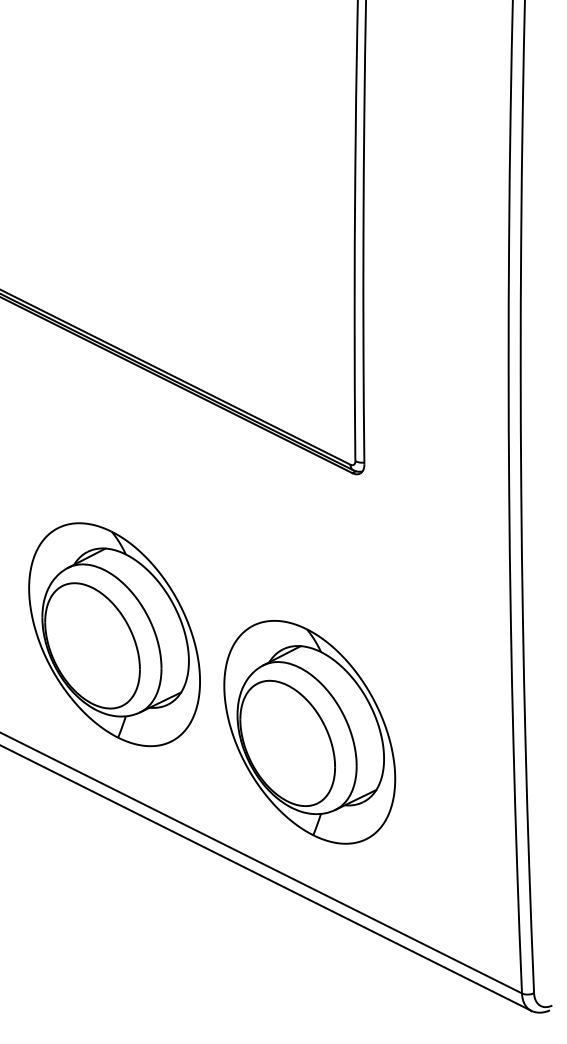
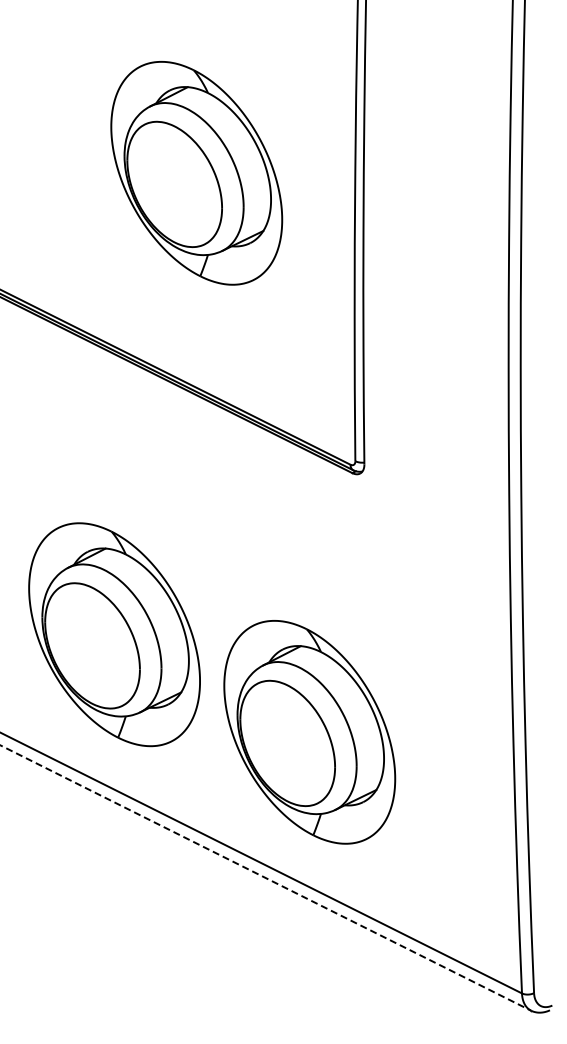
part at (196, 173): none -> present
line at (266, 878): solid -> dashed
